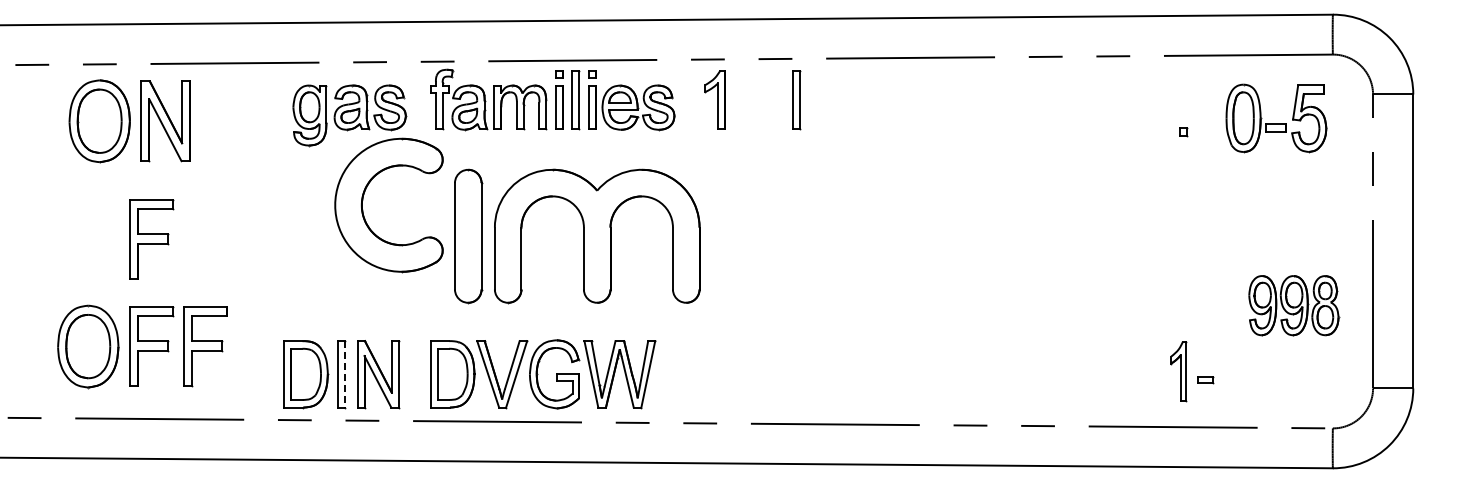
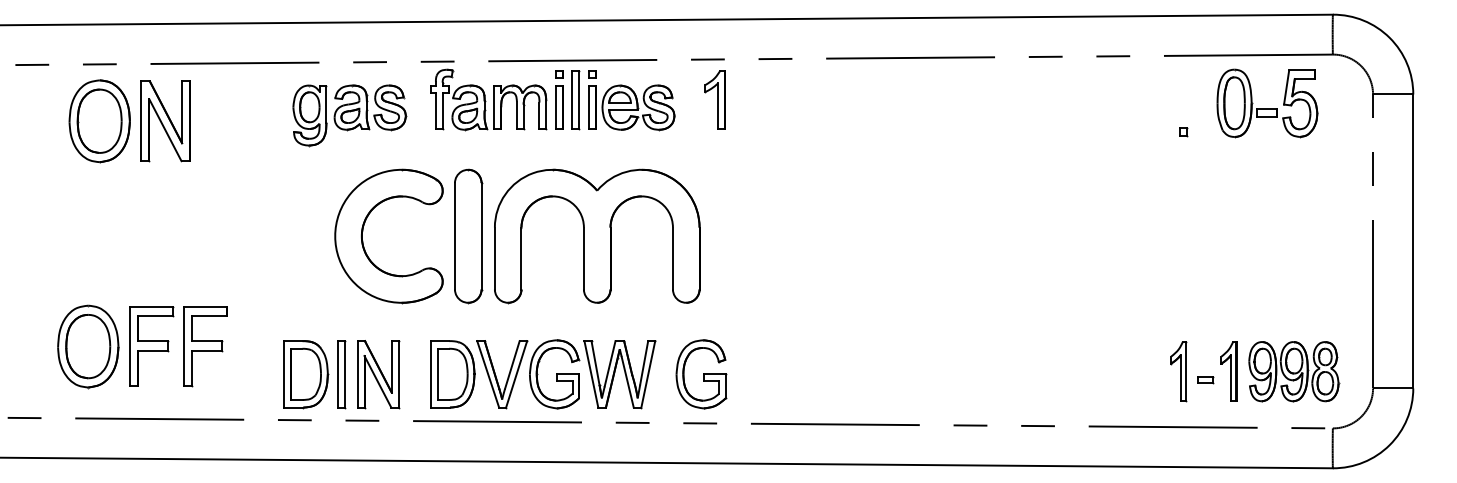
part at (796, 100): present -> none
part at (1276, 118) position: (1276, 118) -> (1267, 103)
part at (363, 200) position: (363, 200) -> (363, 231)
part at (151, 239): present -> none
part at (1294, 305) position: (1294, 305) -> (1294, 371)
part at (1228, 371): none -> present
line at (344, 374): dashed -> solid
part at (701, 374): none -> present
